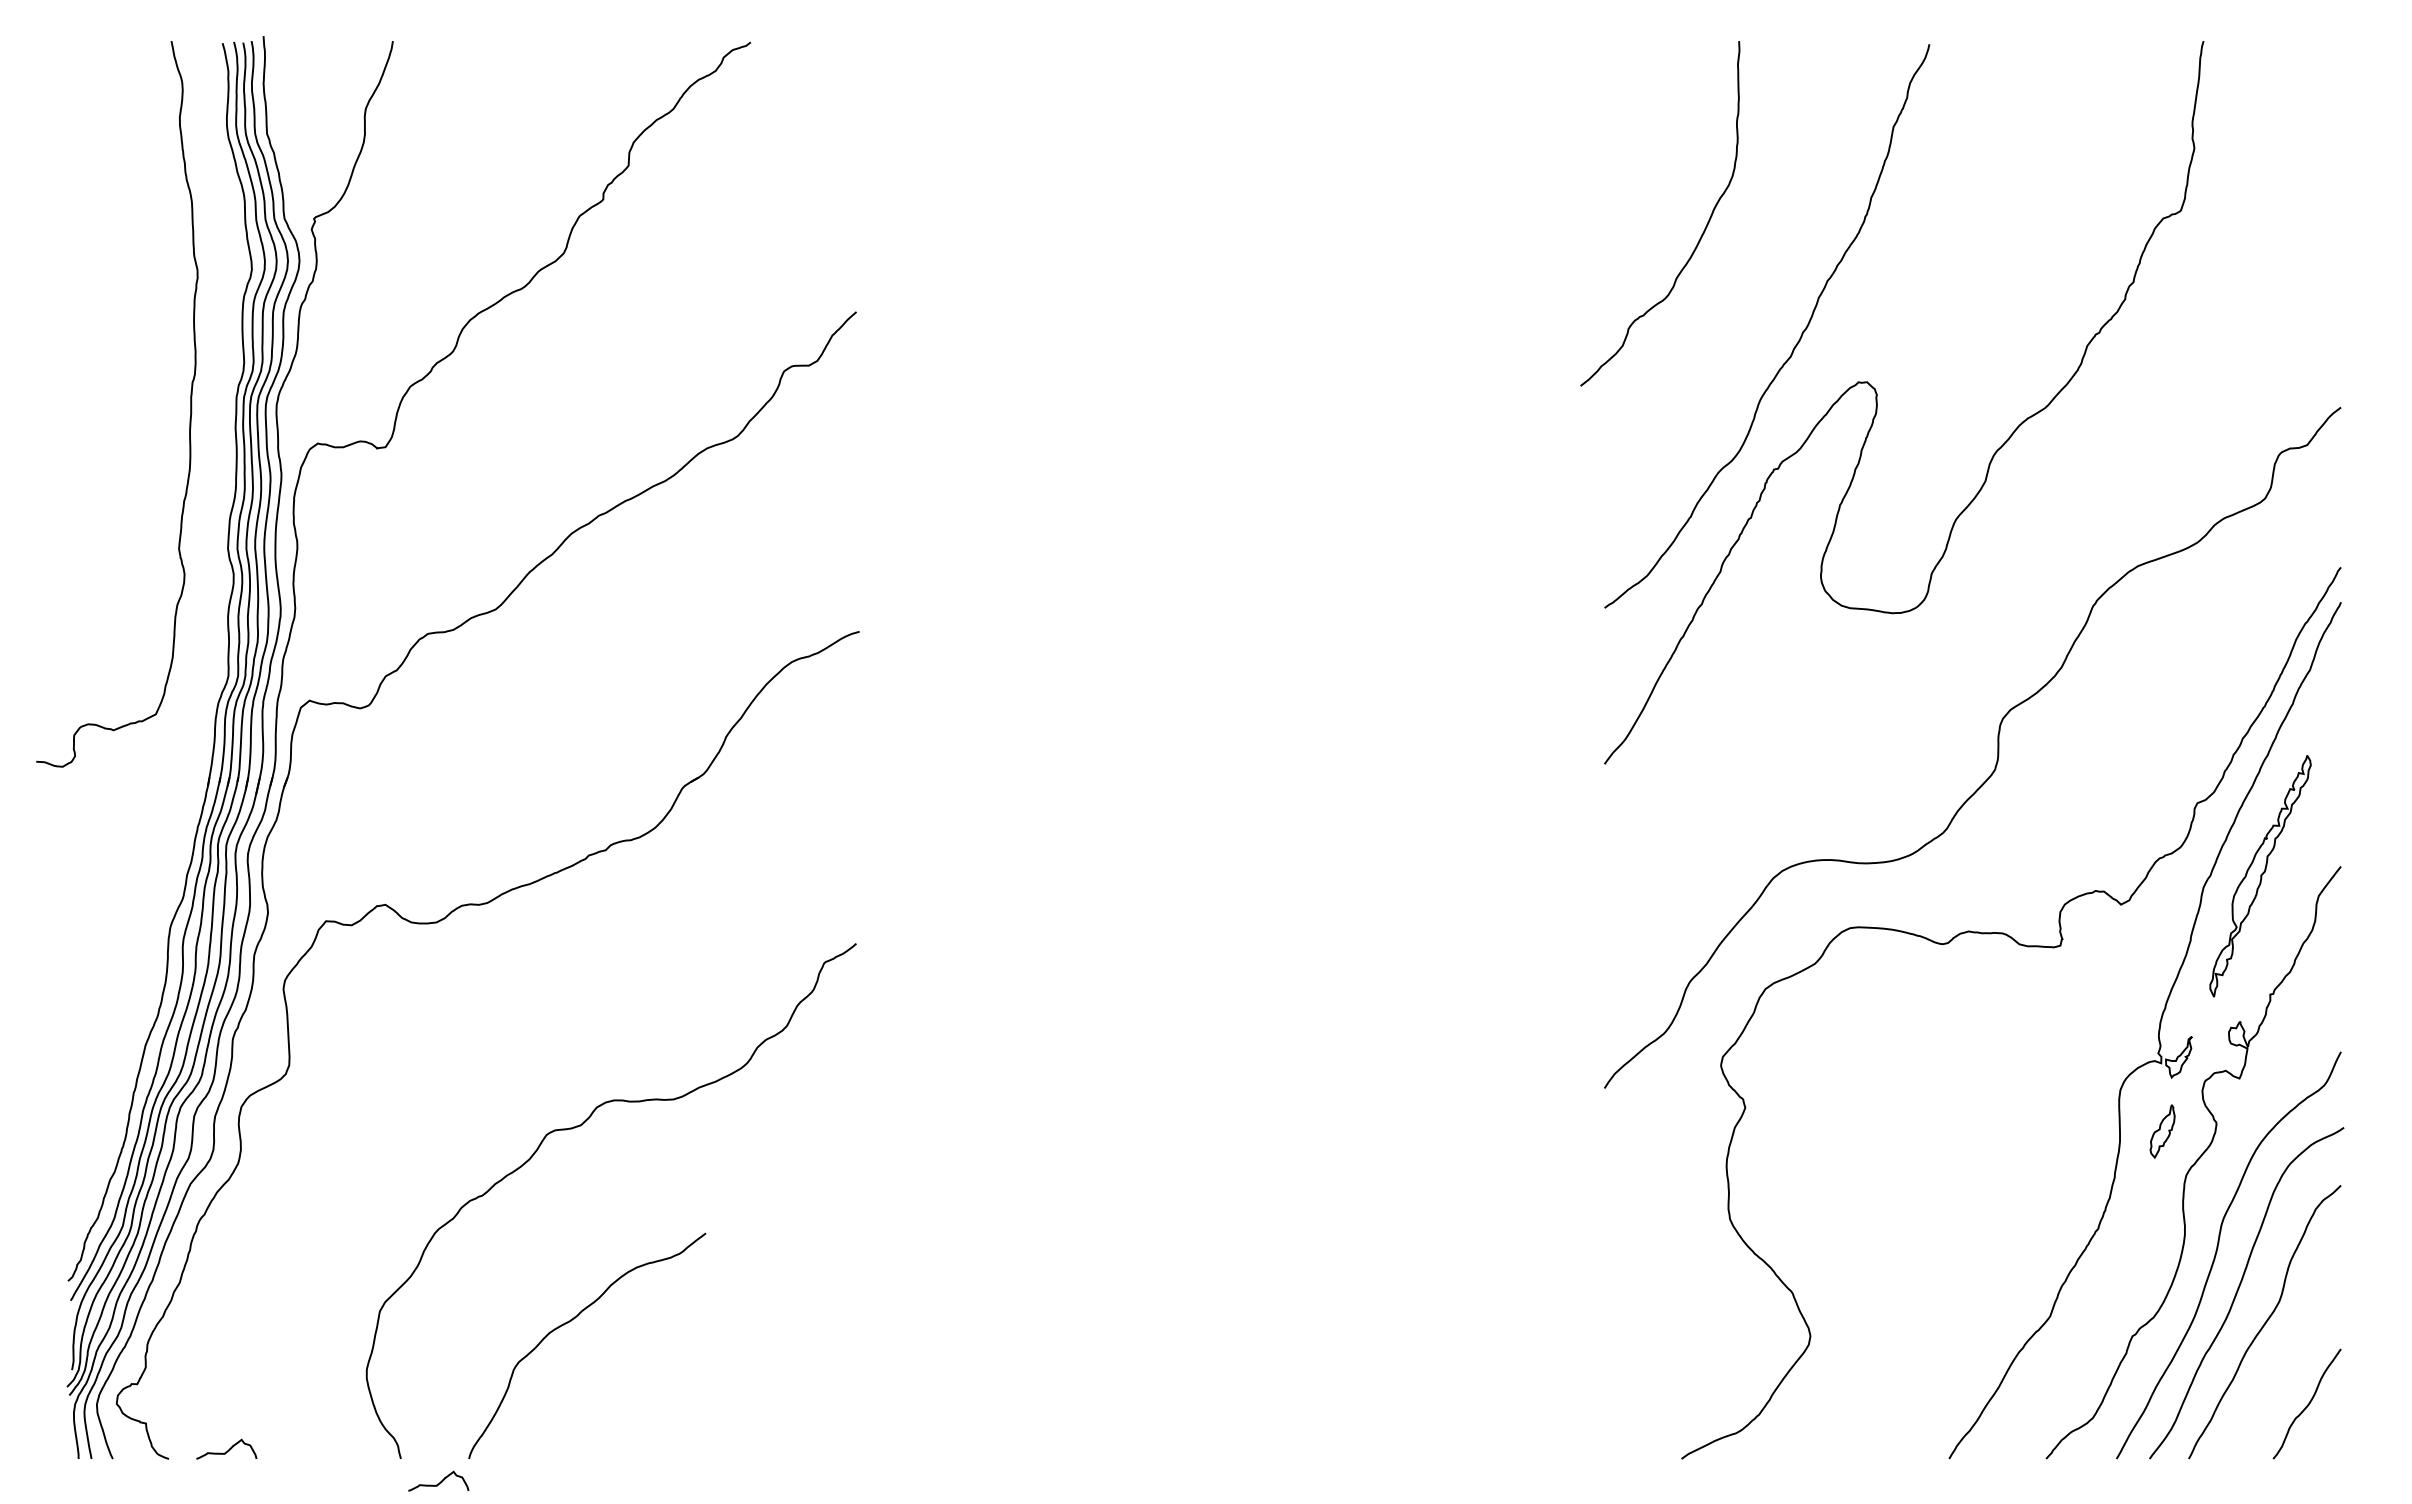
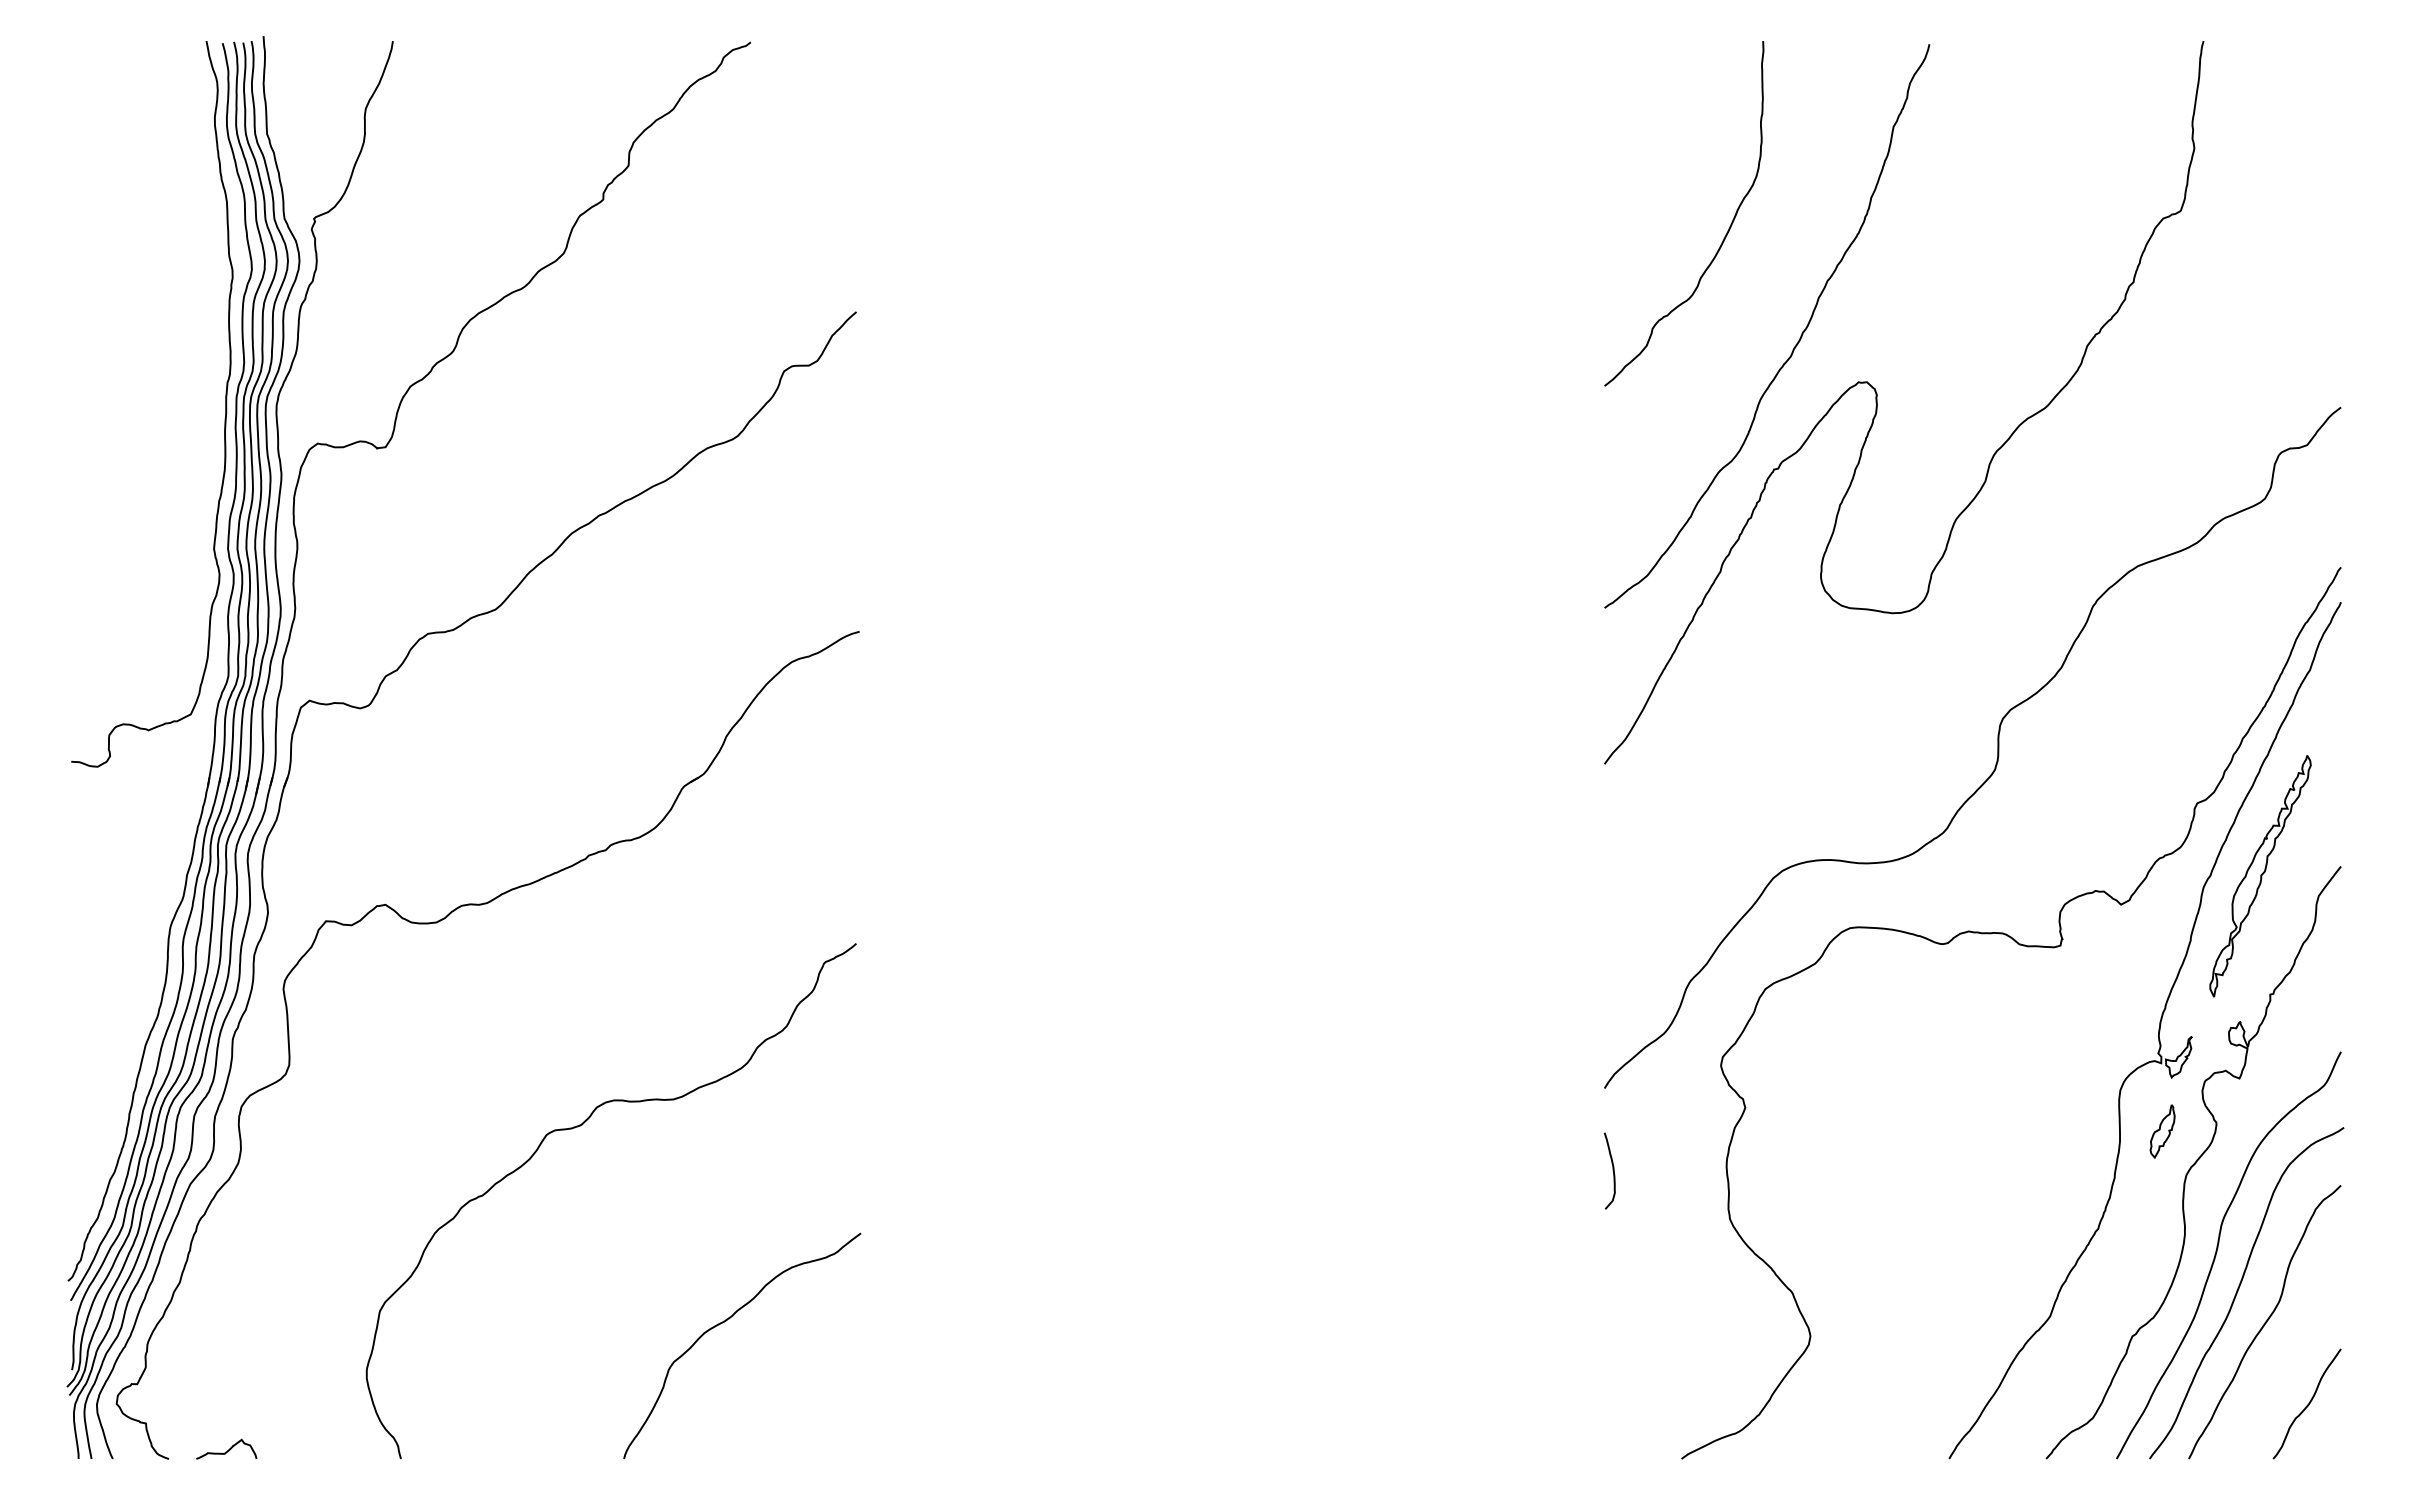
curve at (1701, 234) position: (1701, 234) -> (1725, 234)
curve at (190, 404) position: (190, 404) -> (225, 404)
curve at (1612, 1170): none -> present
curve at (571, 1321) position: (571, 1321) -> (726, 1321)
curve at (440, 1481): present -> none
